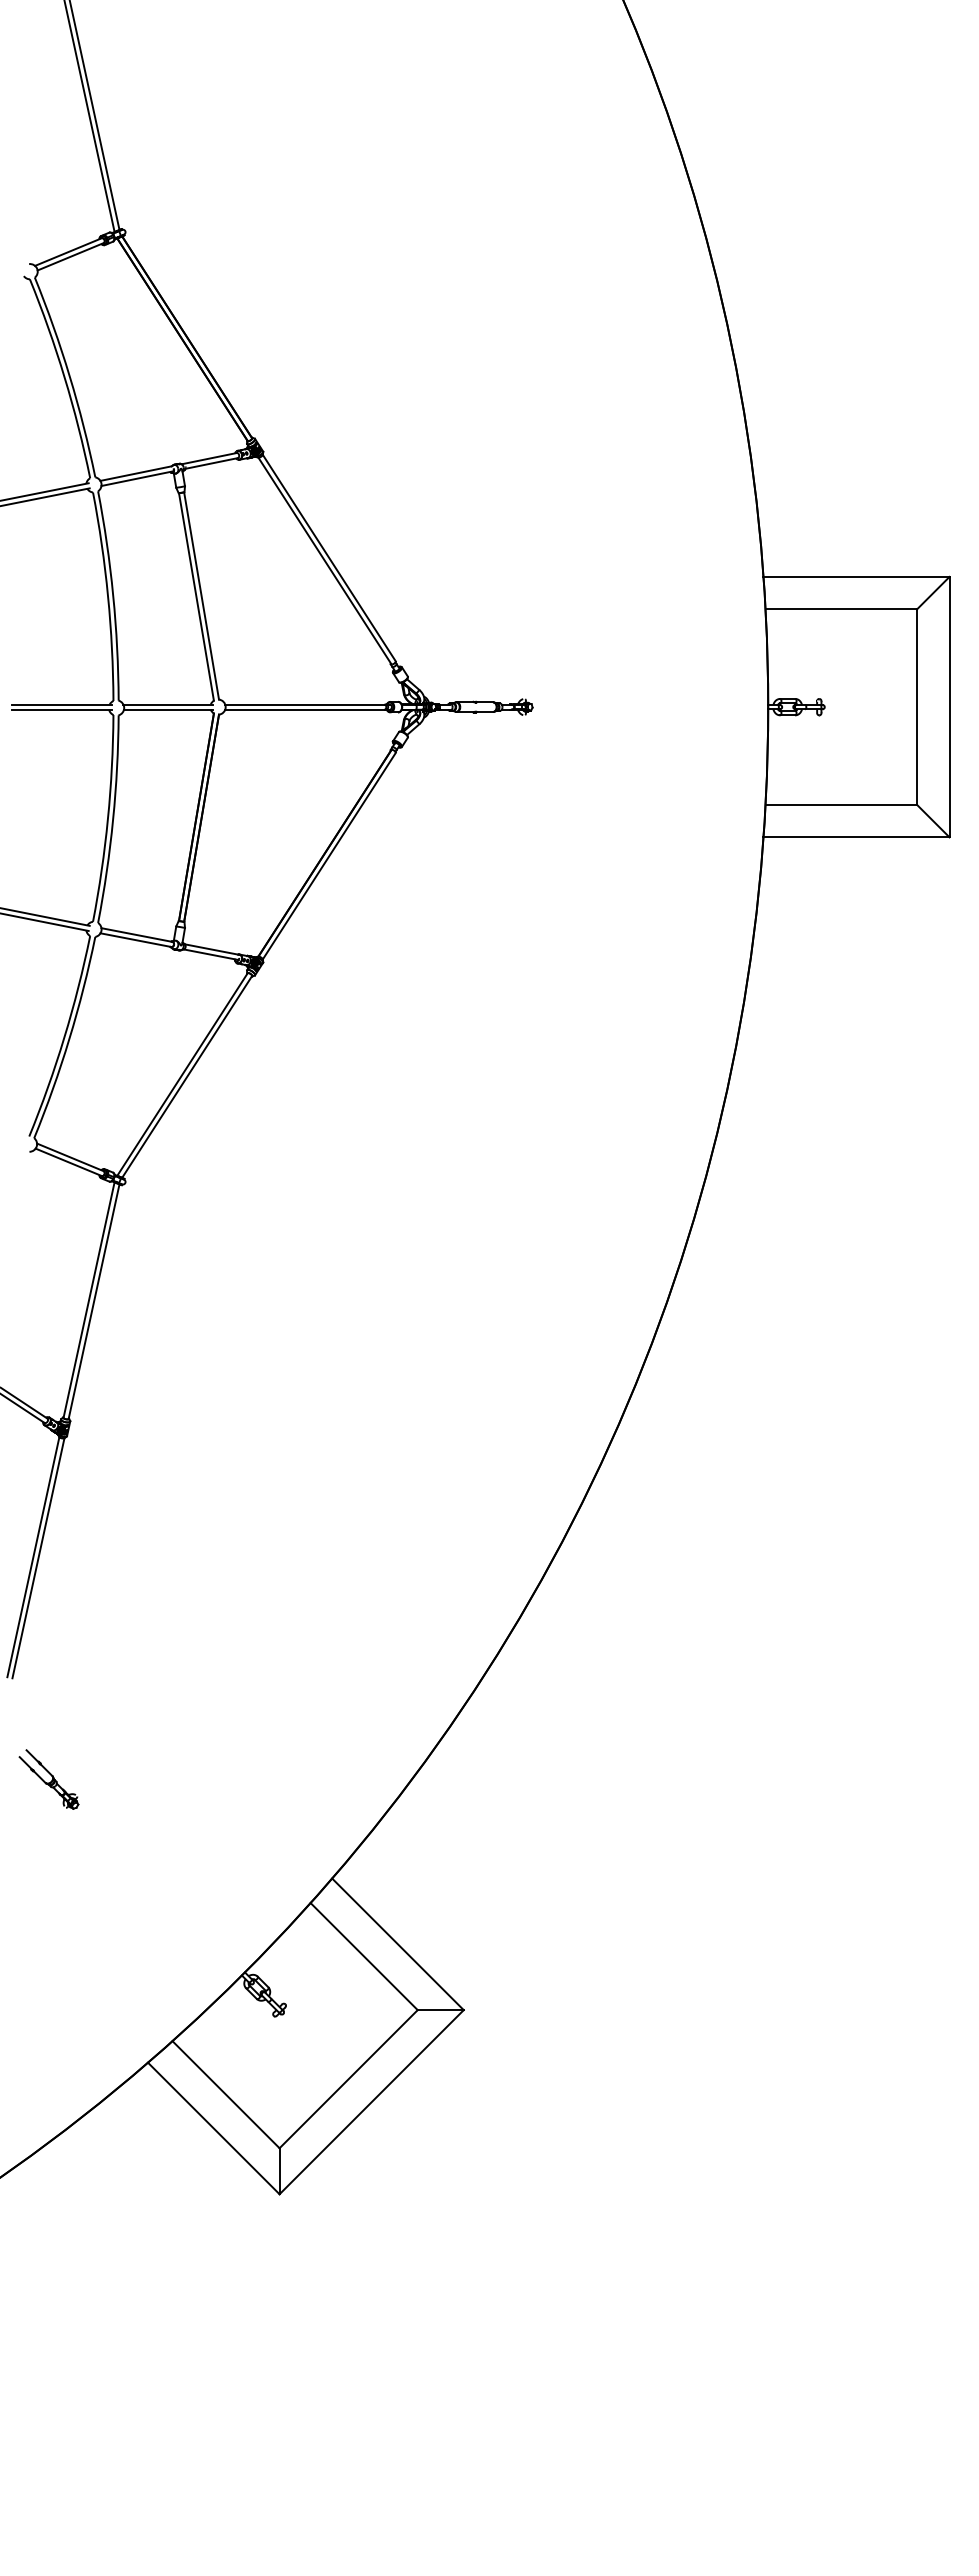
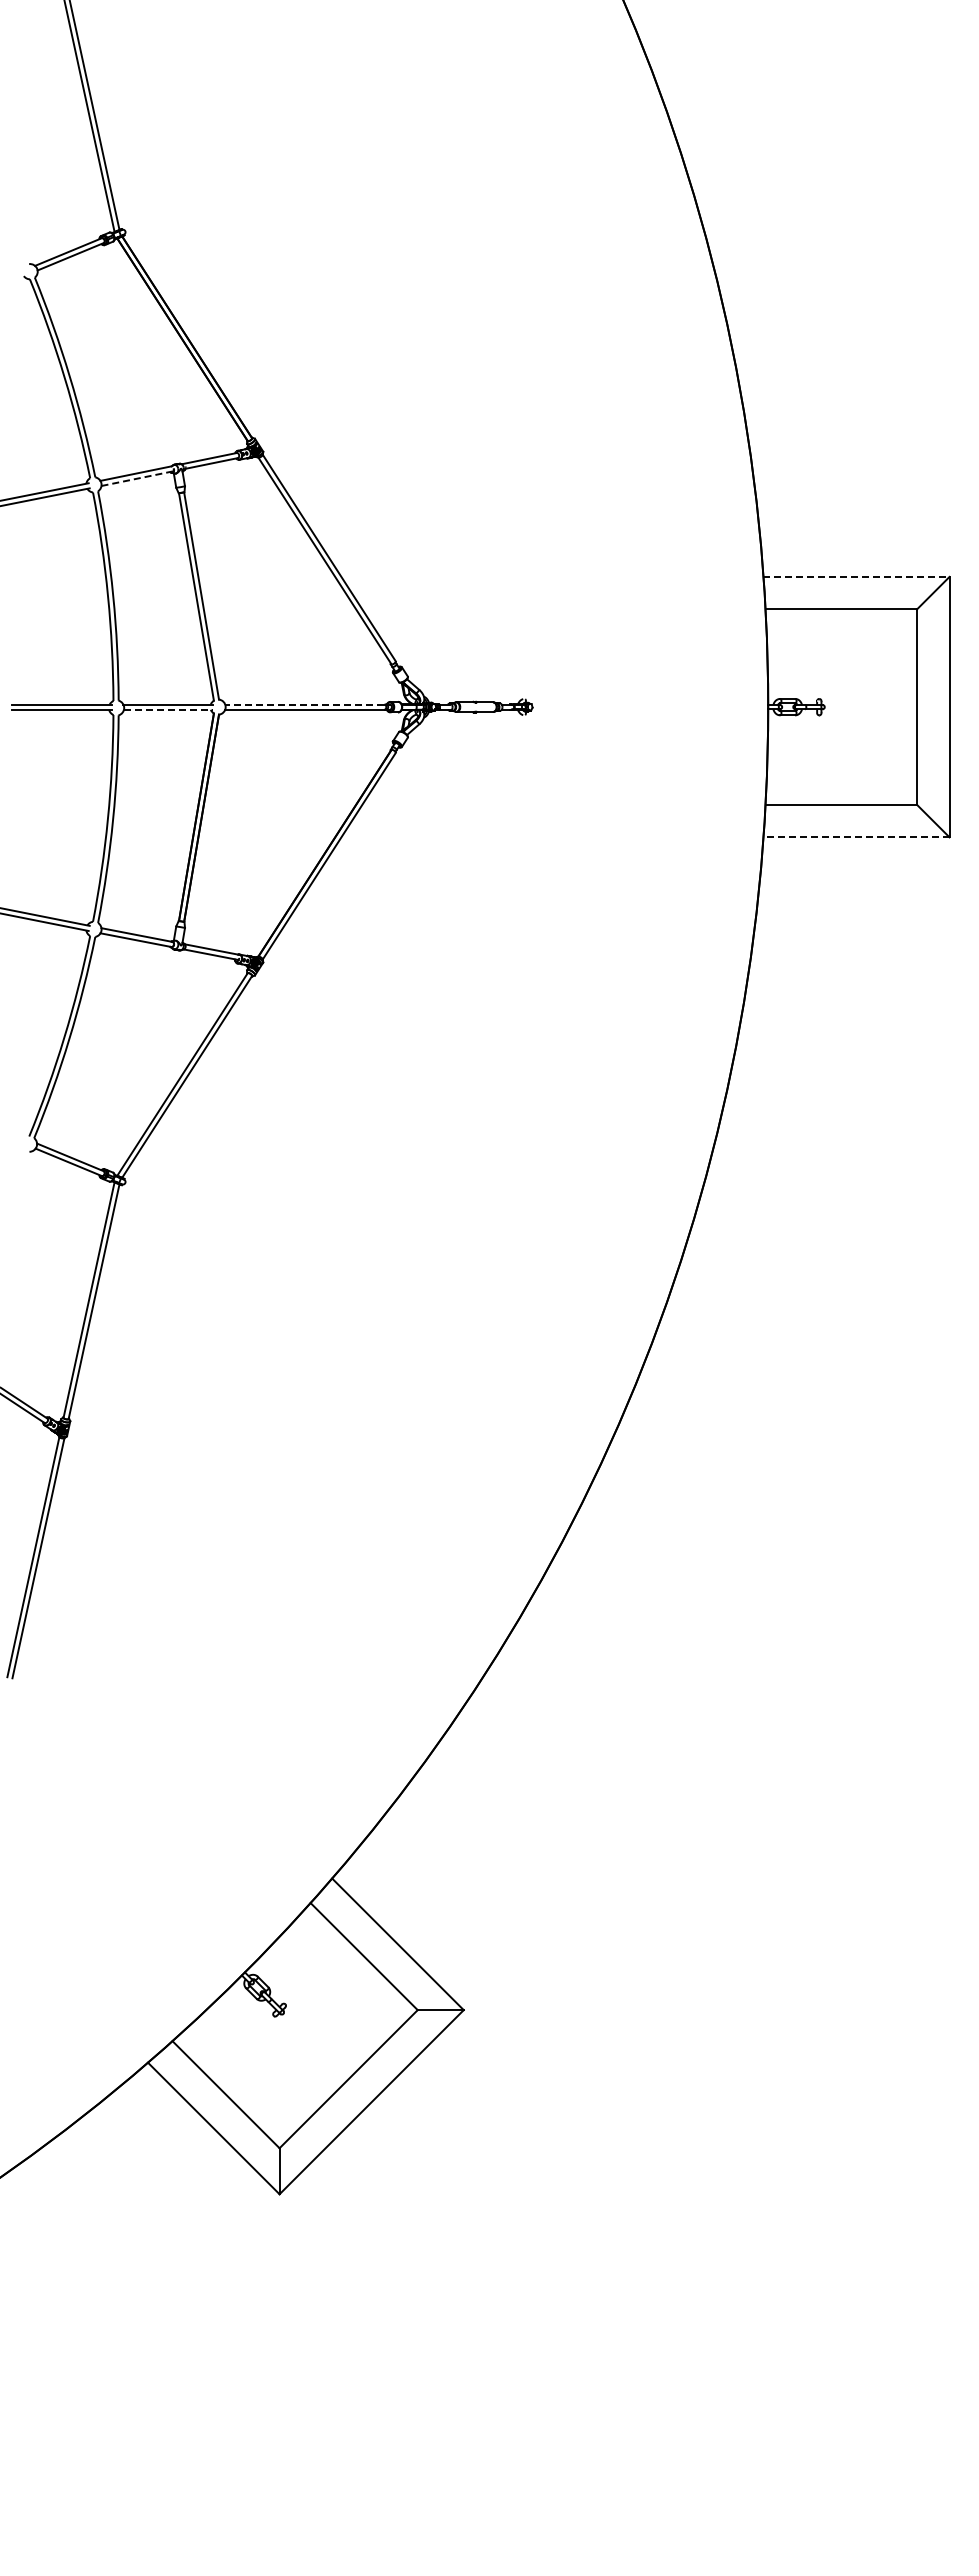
line at (137, 478): solid -> dashed
line at (856, 576): solid -> dashed
line at (304, 704): solid -> dashed
line at (168, 709): solid -> dashed
line at (856, 837): solid -> dashed
part at (48, 1779): present -> none
